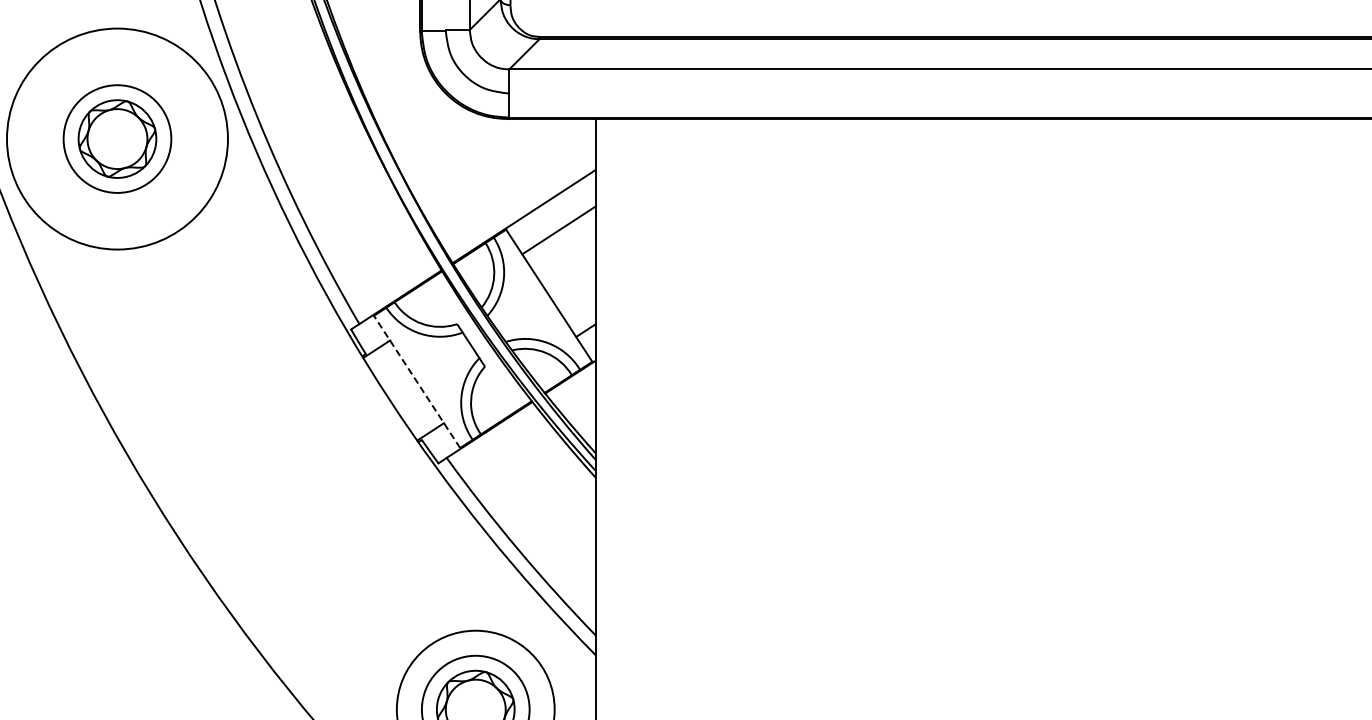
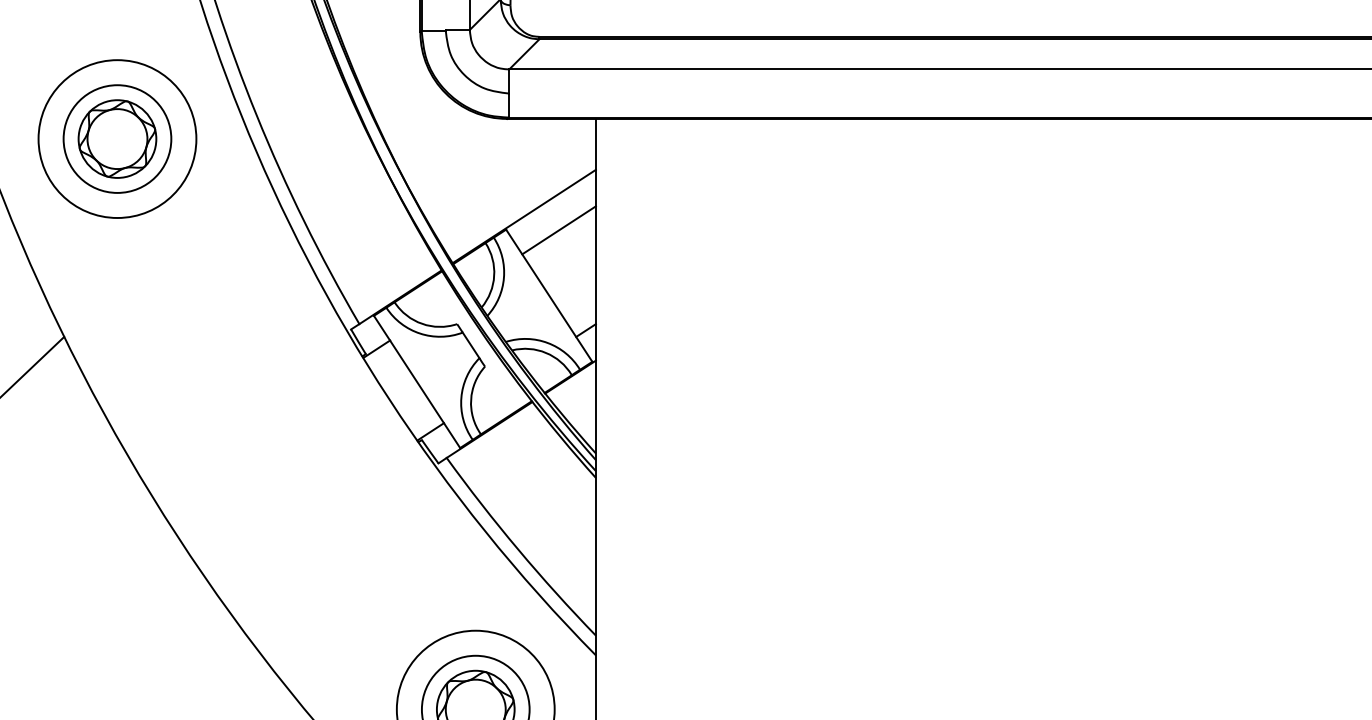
circle at (117, 138) diameter: 221 px -> 158 px
line at (33, 365): none -> present
line at (417, 381): dashed -> solid
